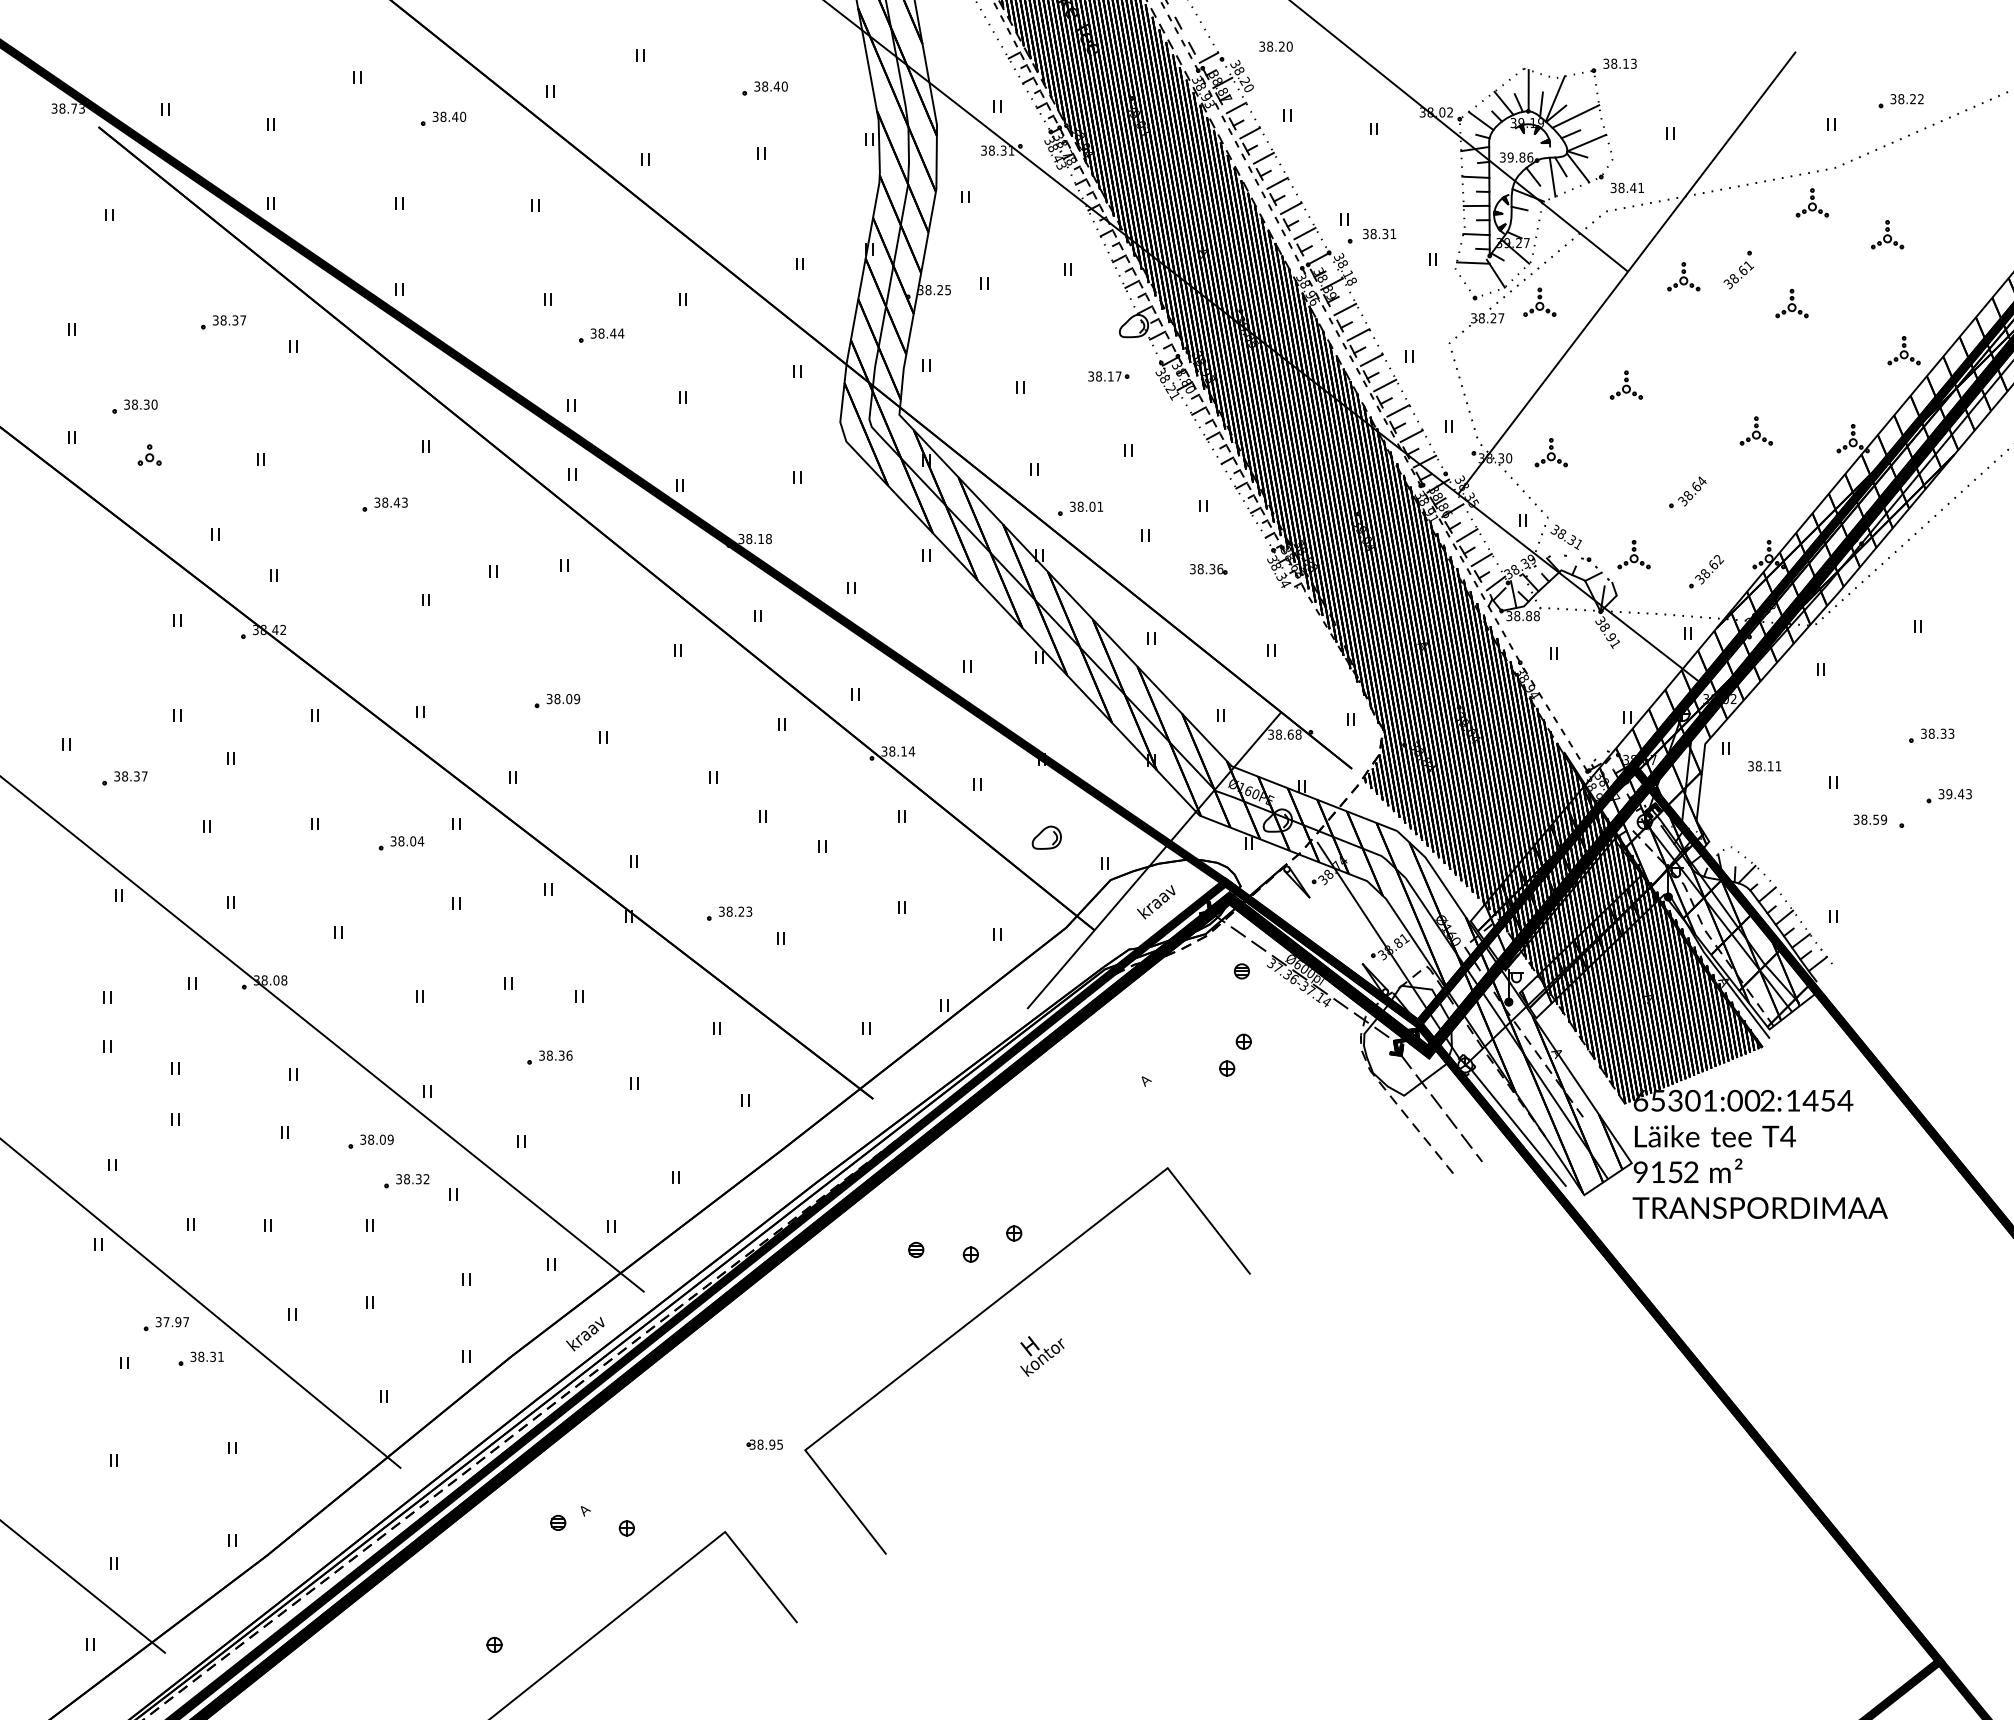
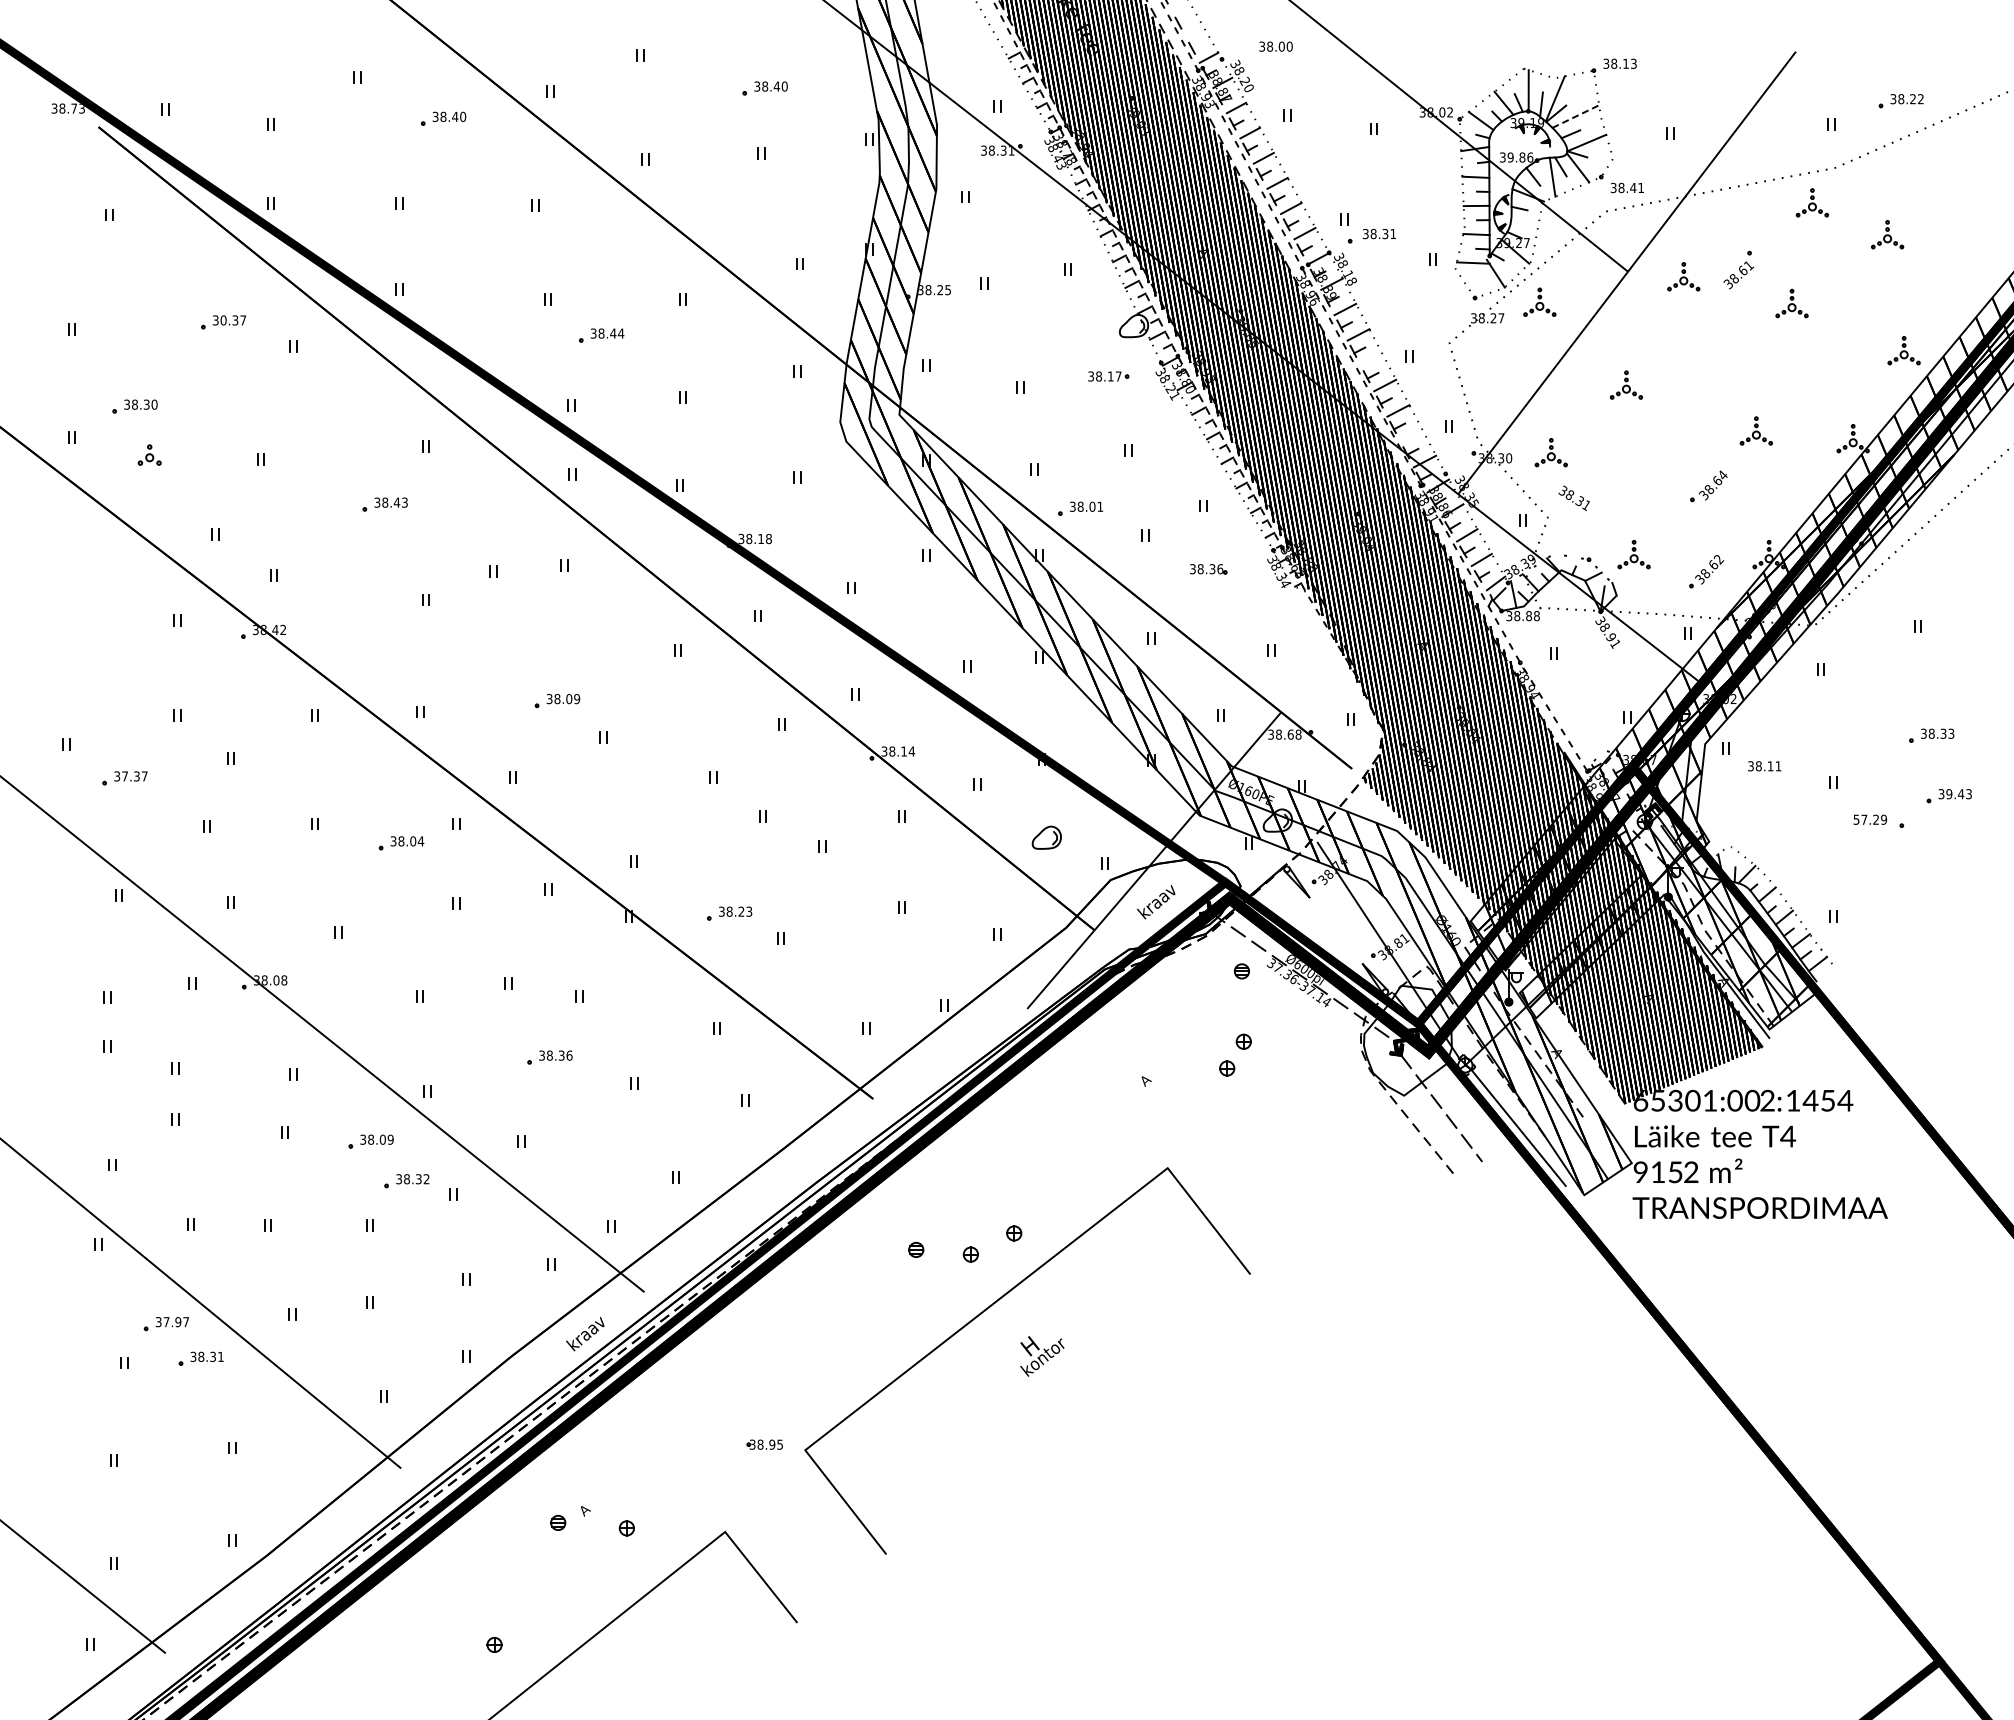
text at (1281, 46): 38.20 -> 38.00
line at (1575, 116): solid -> dashed
text at (223, 320): 38.37 -> 30.37
line at (1371, 359): present -> none
line at (1411, 436): present -> none
part at (1687, 492) position: (1687, 492) -> (1708, 486)
text at (1565, 536) position: (1565, 536) -> (1573, 497)
text at (125, 776): 38.37 -> 37.37
text at (1865, 819): 38.59 -> 57.29
